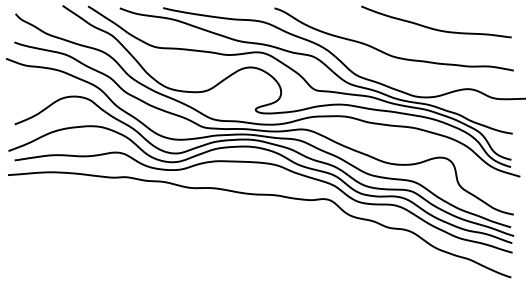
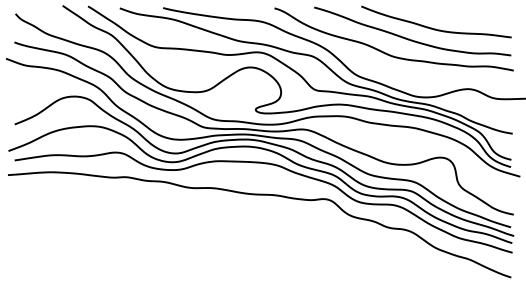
curve at (409, 38): none -> present
